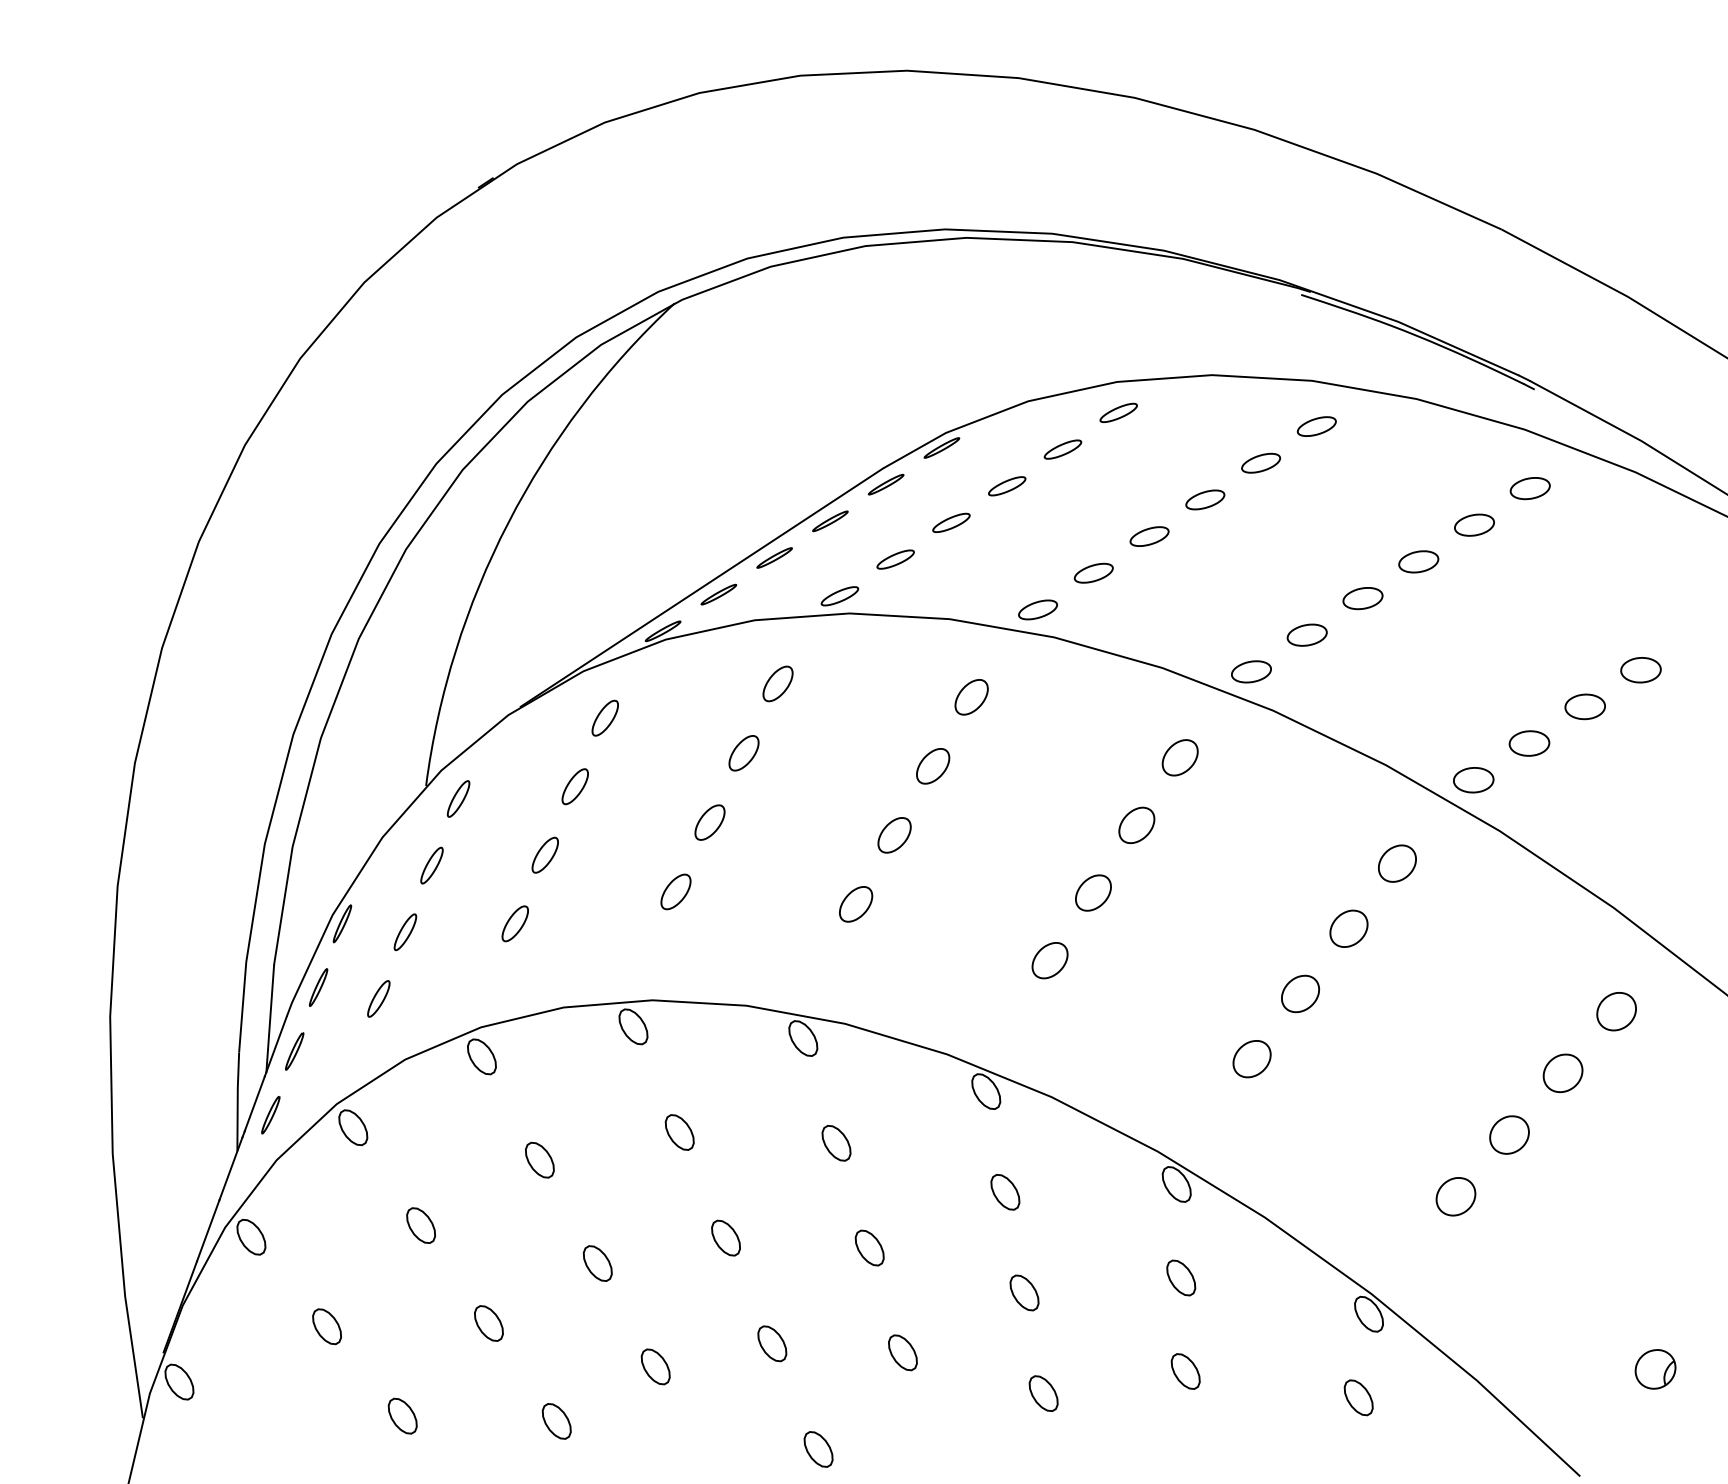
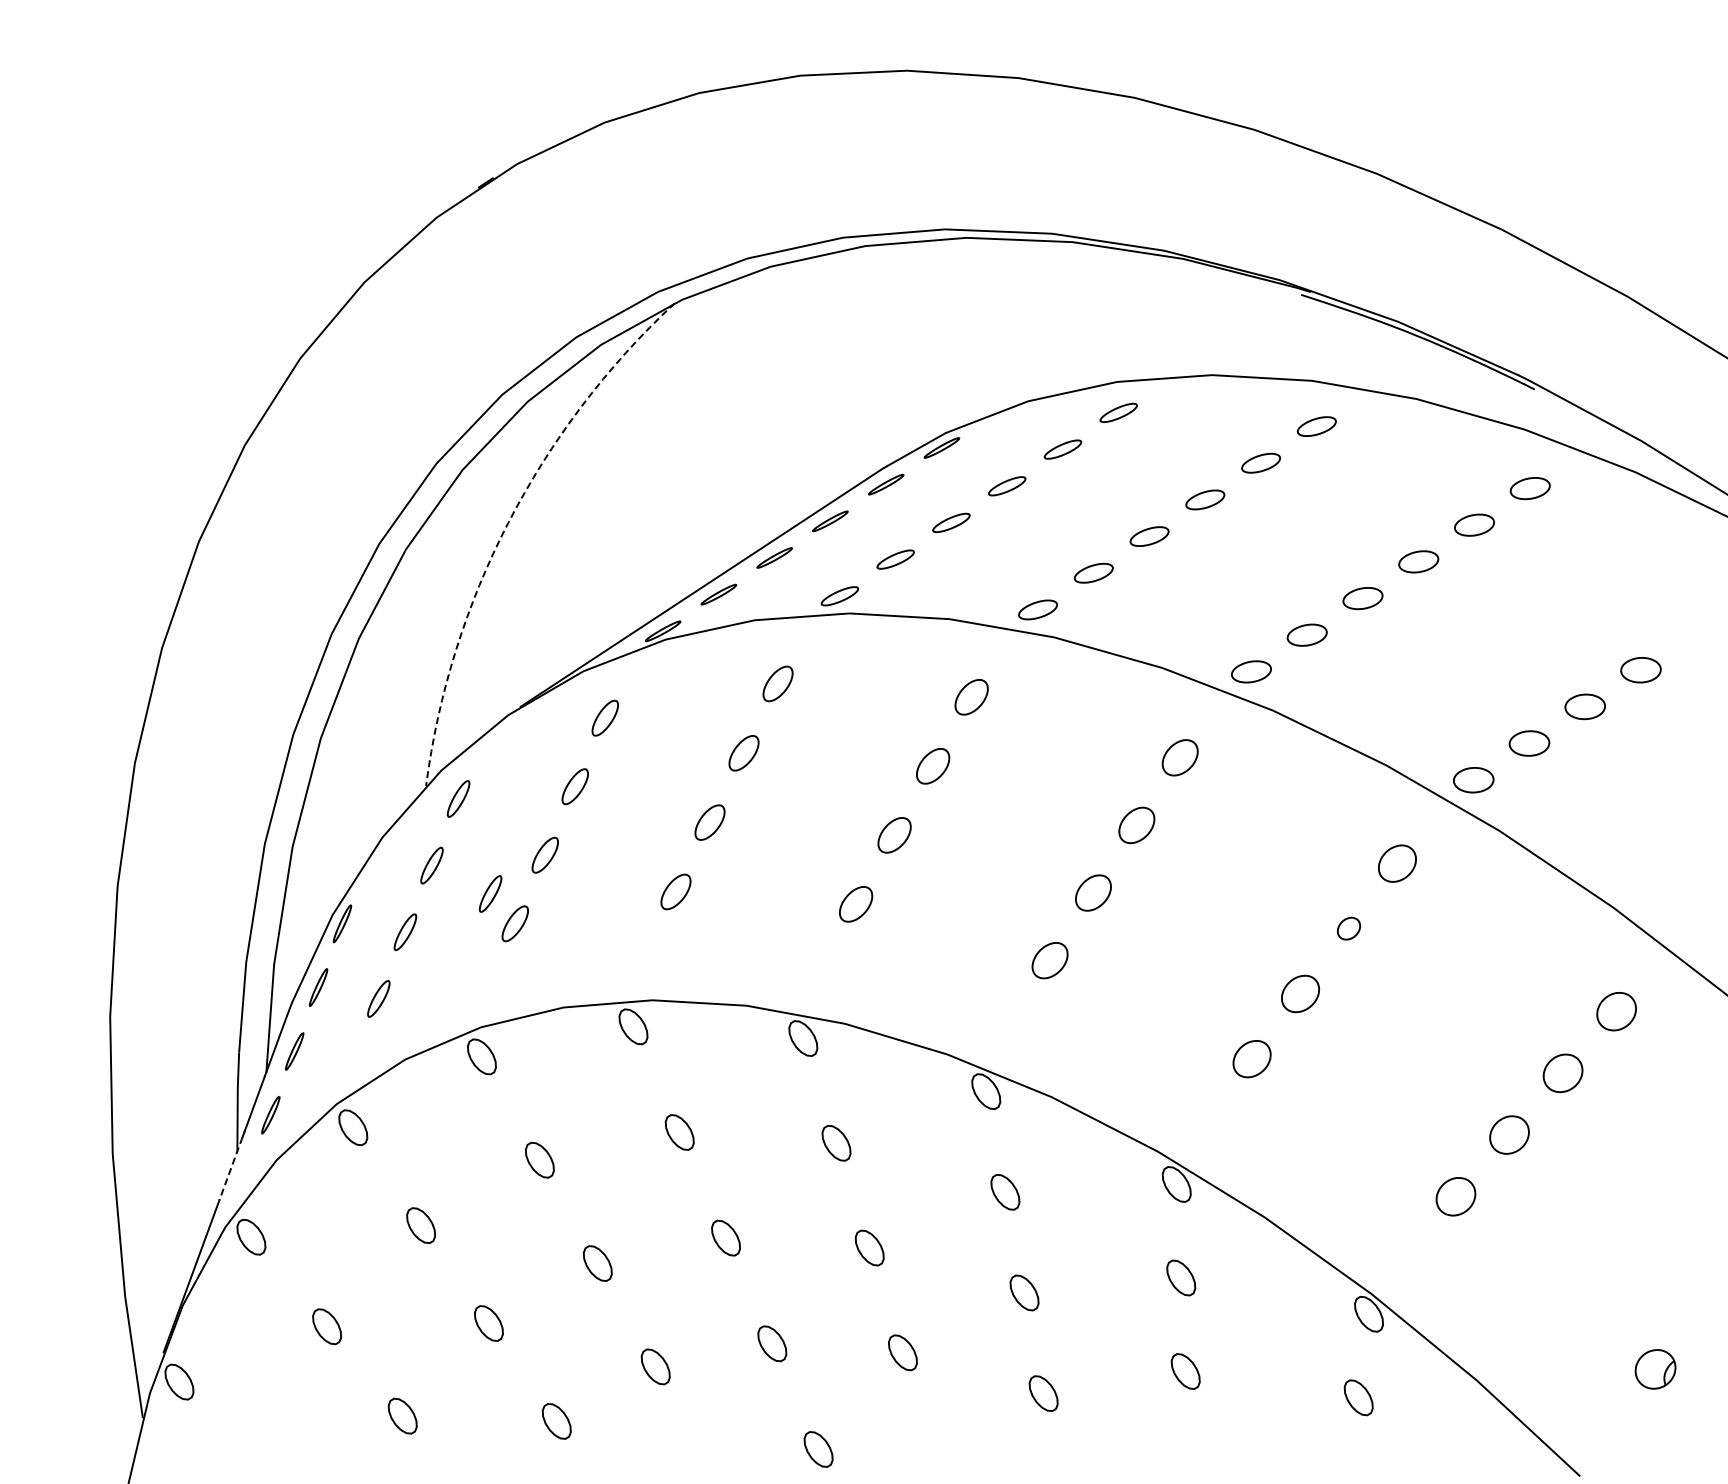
arc at (508, 522): solid -> dashed
part at (490, 893): none -> present
part at (1348, 928) size: 40x39 px -> 26x25 px
line at (230, 1169): solid -> dashed
